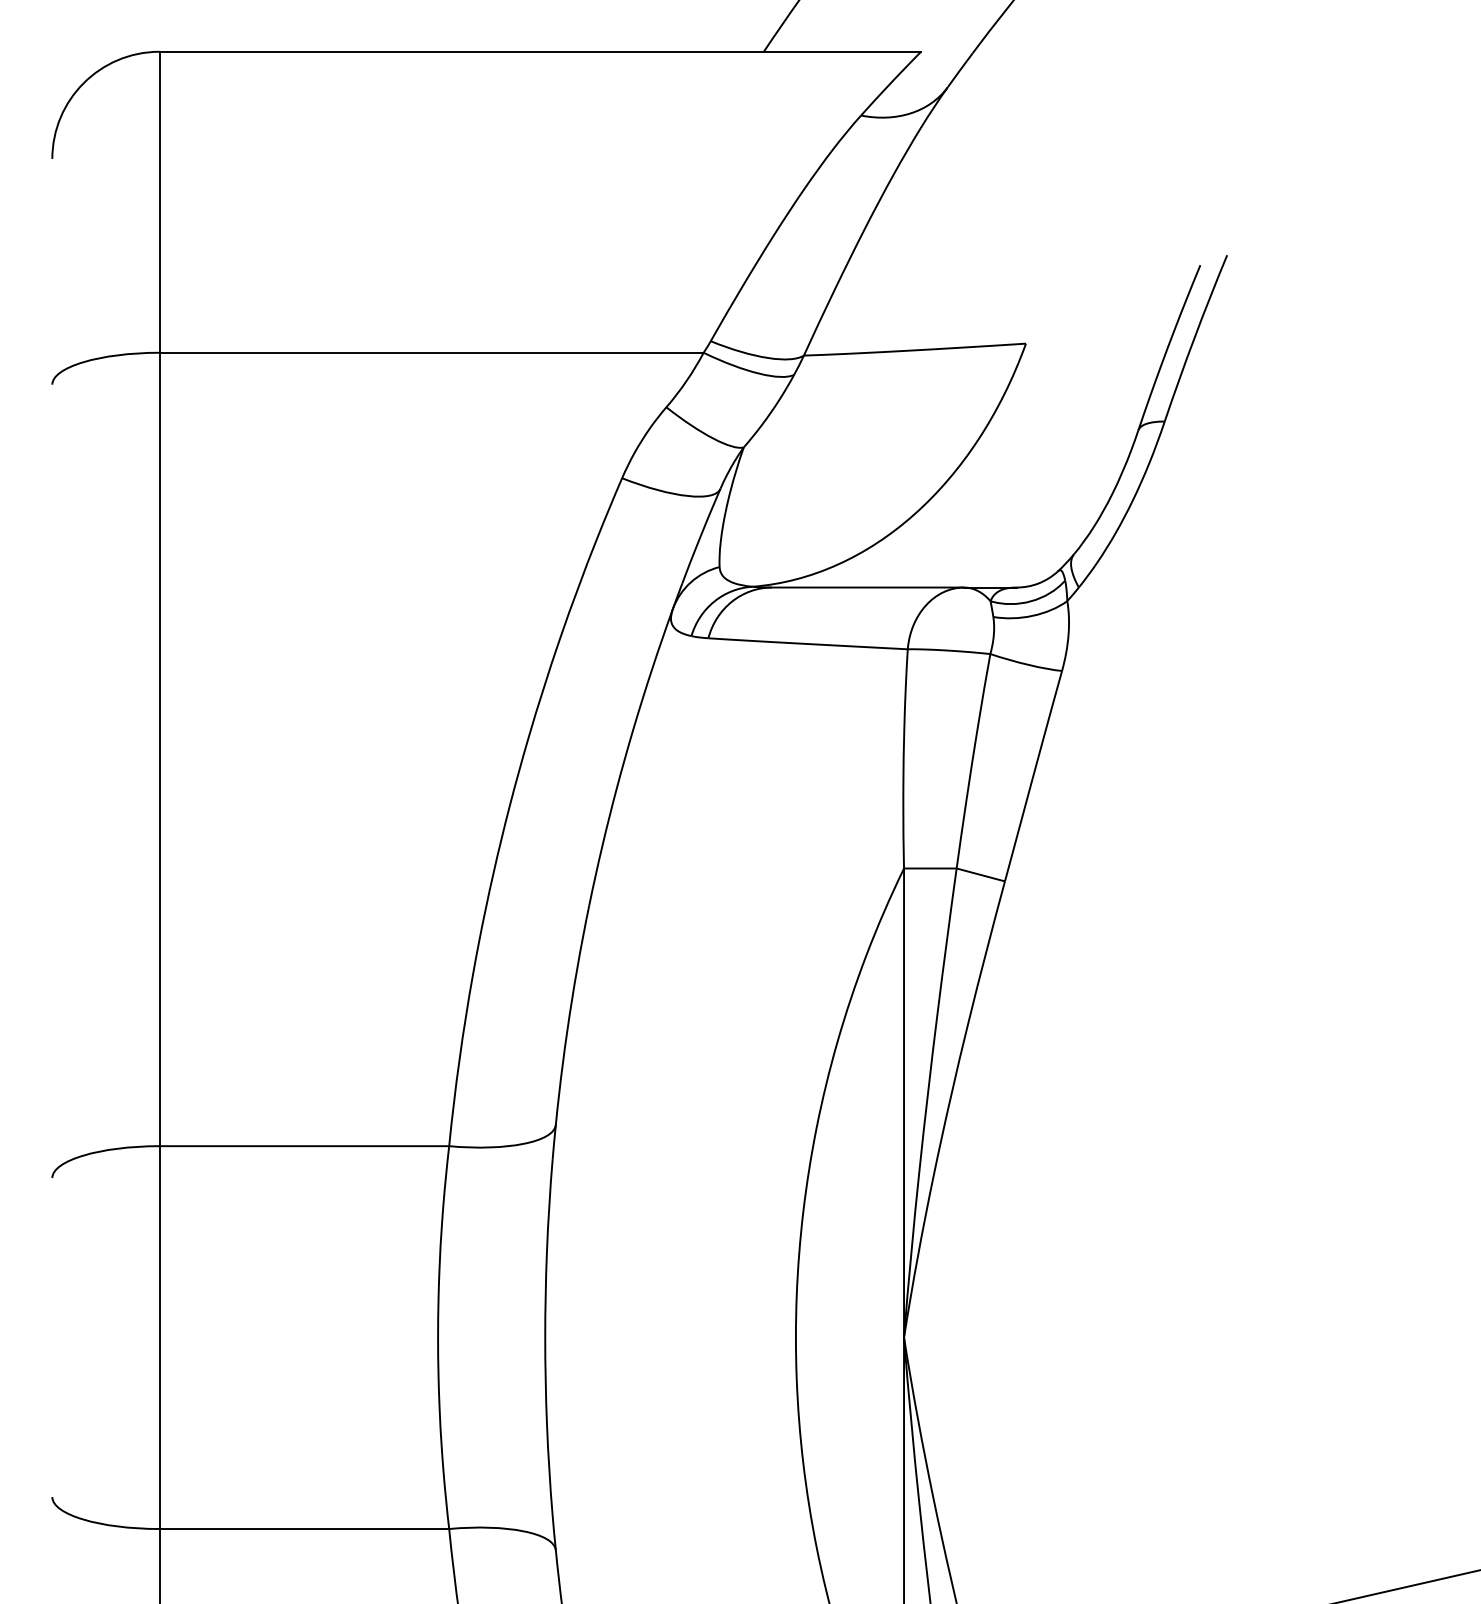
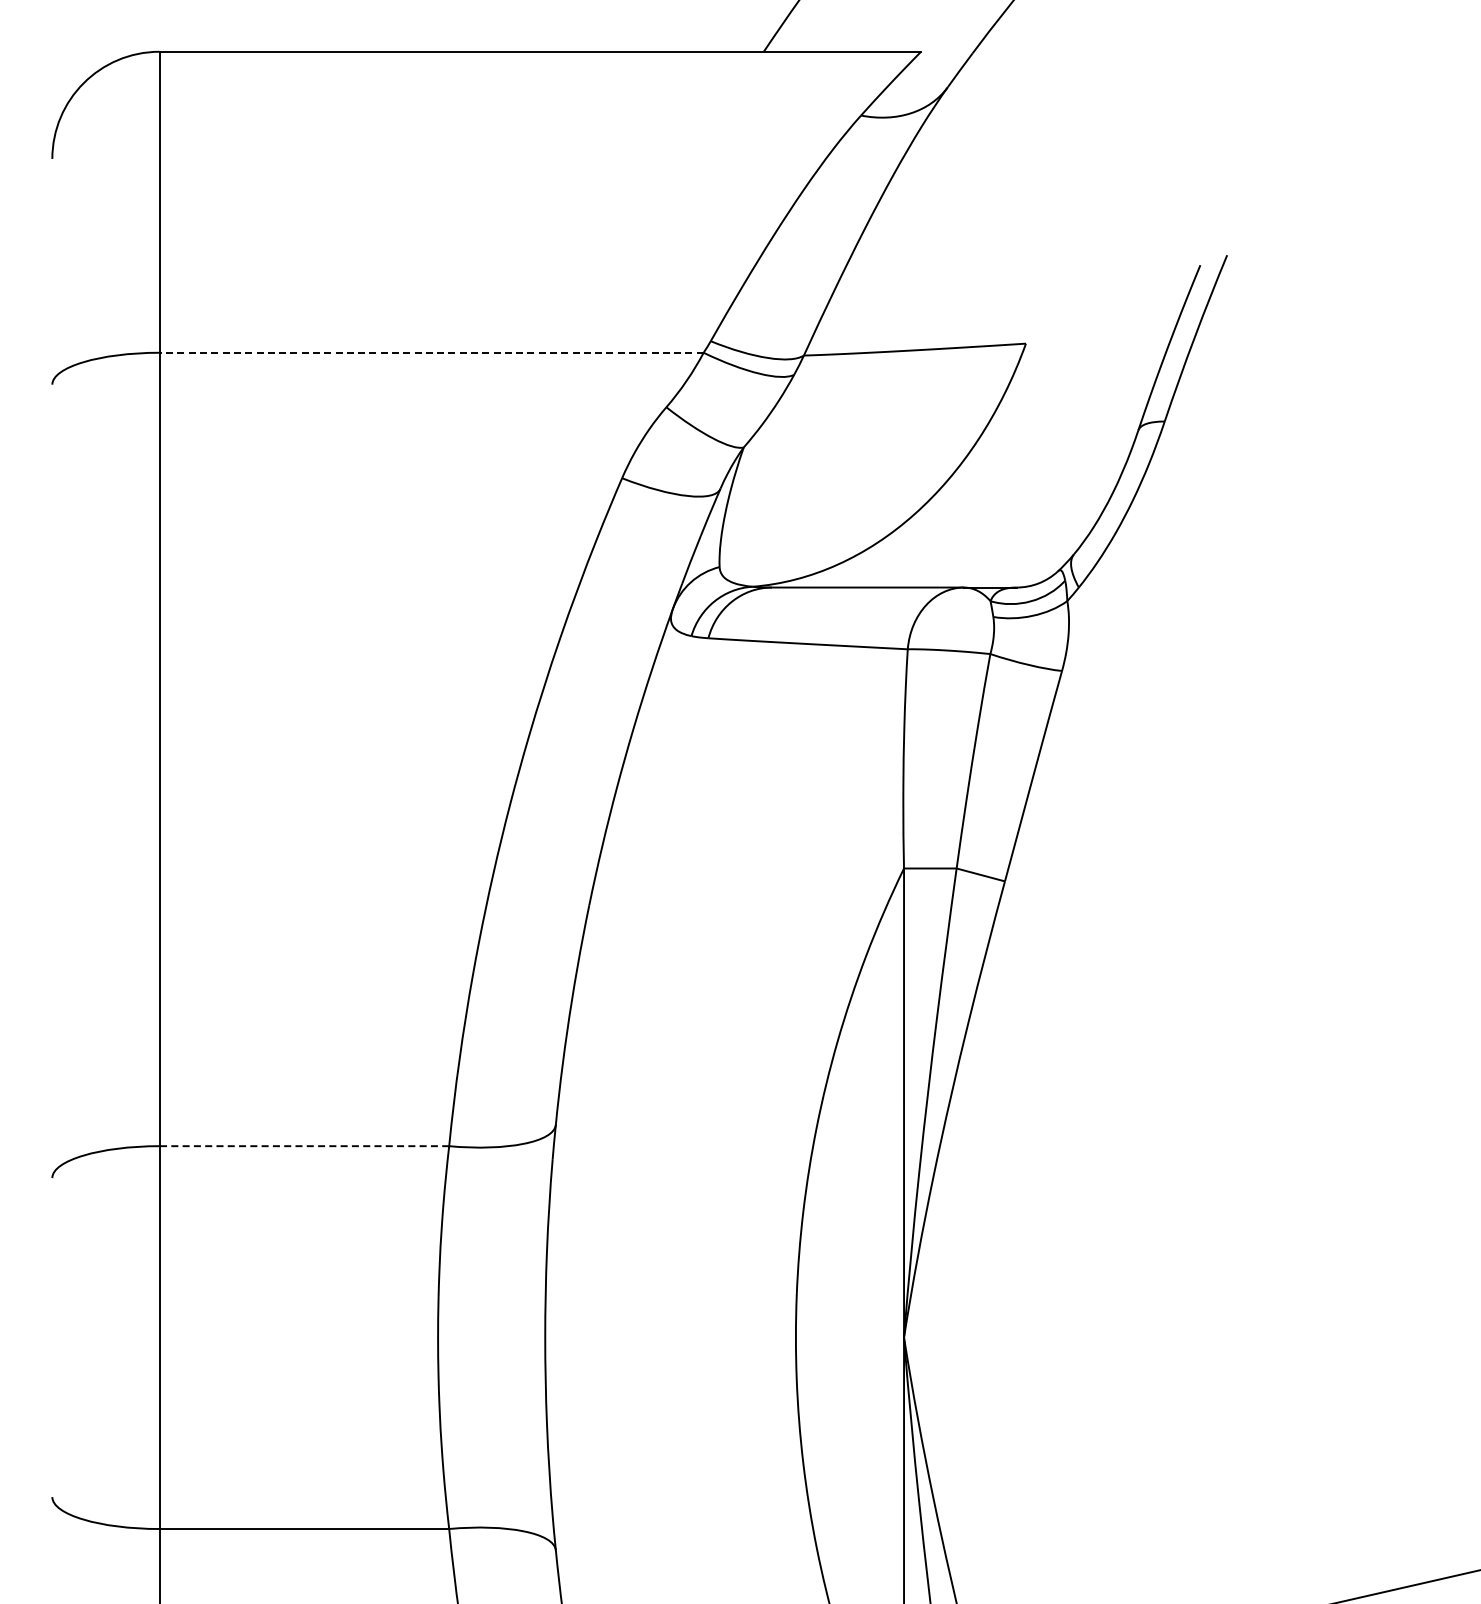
line at (431, 352): solid -> dashed
line at (304, 1146): solid -> dashed
